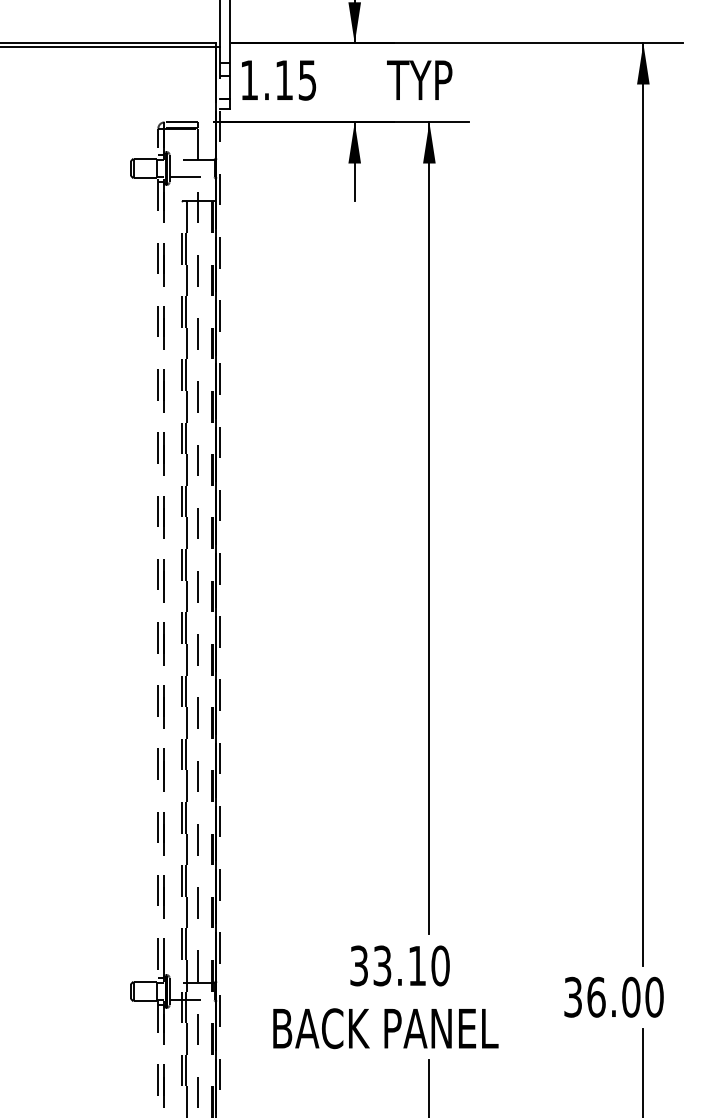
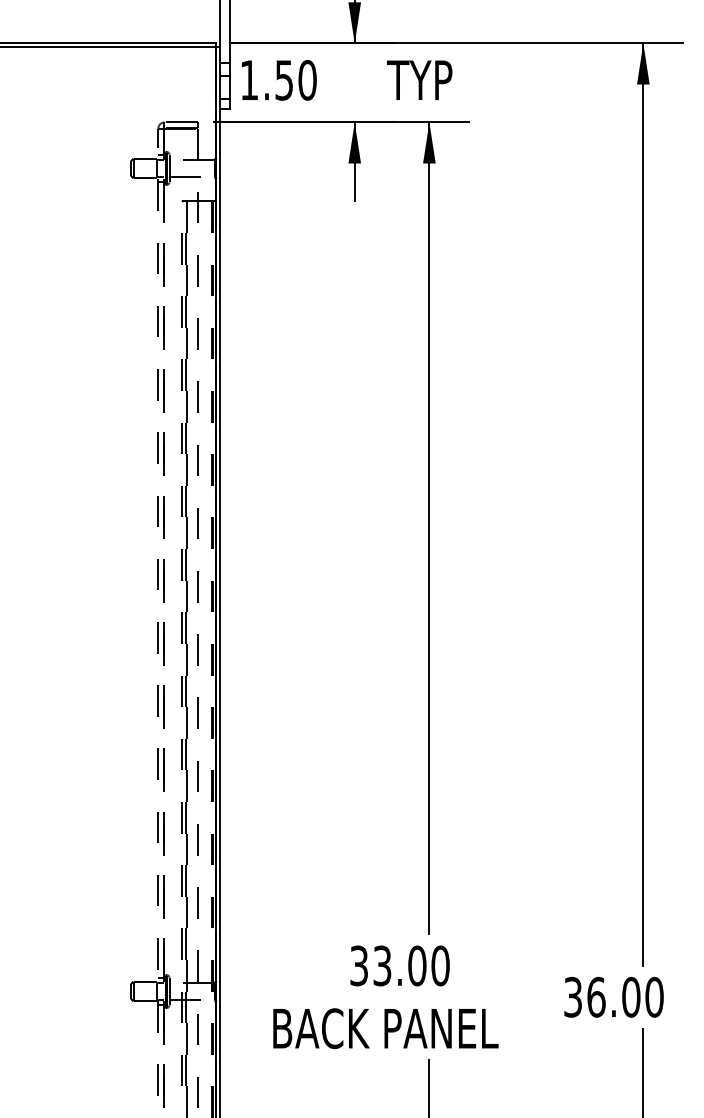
text at (295, 79): 1.15 -> 1.50
line at (220, 582): dashed -> solid
text at (417, 965): 33.10 -> 33.00
